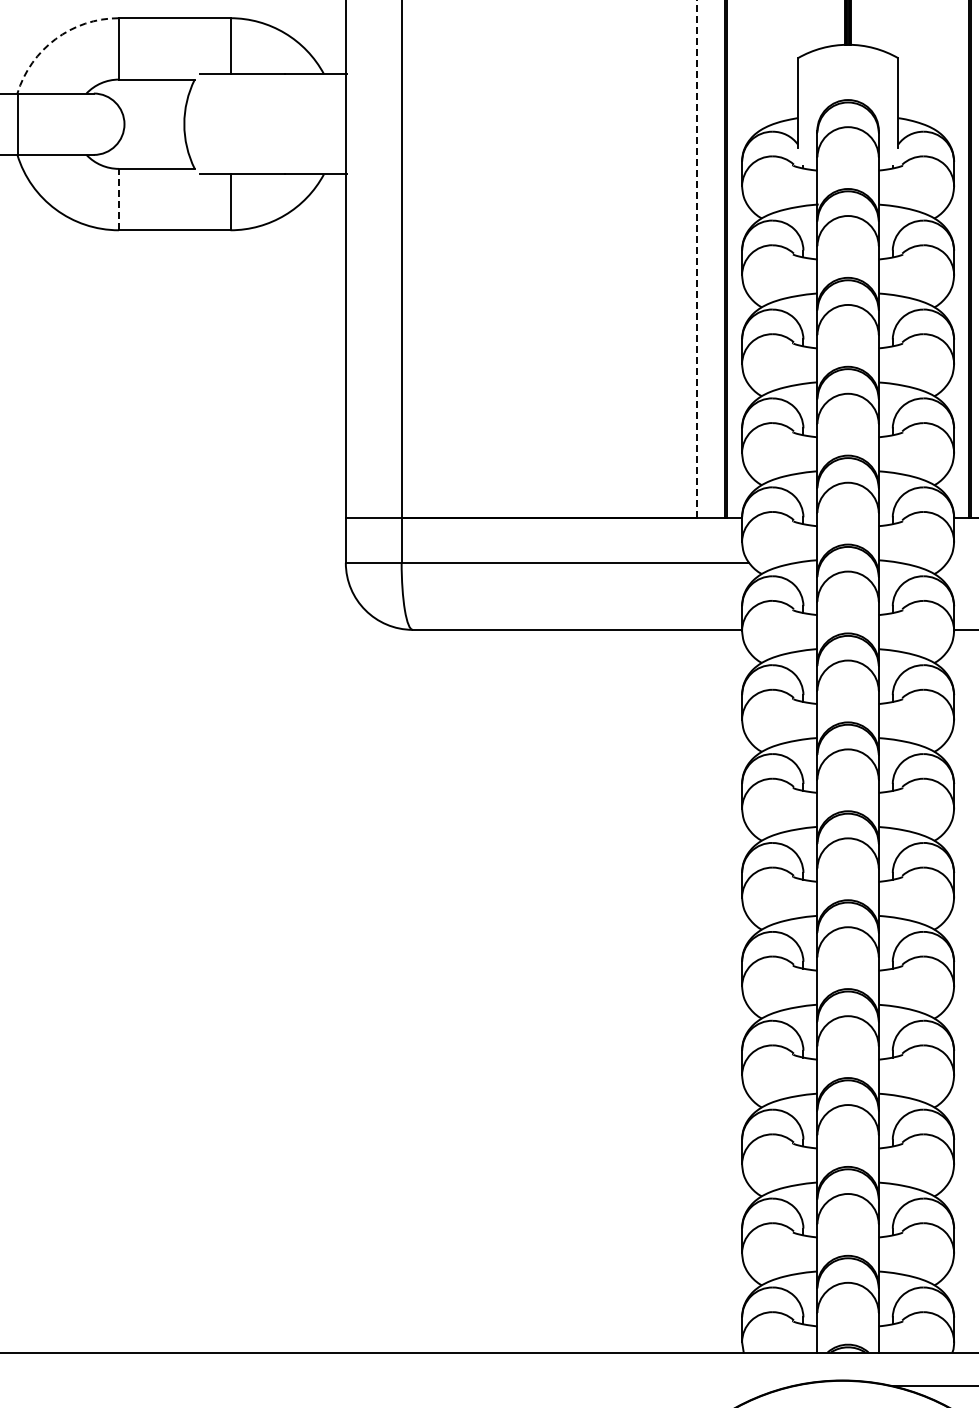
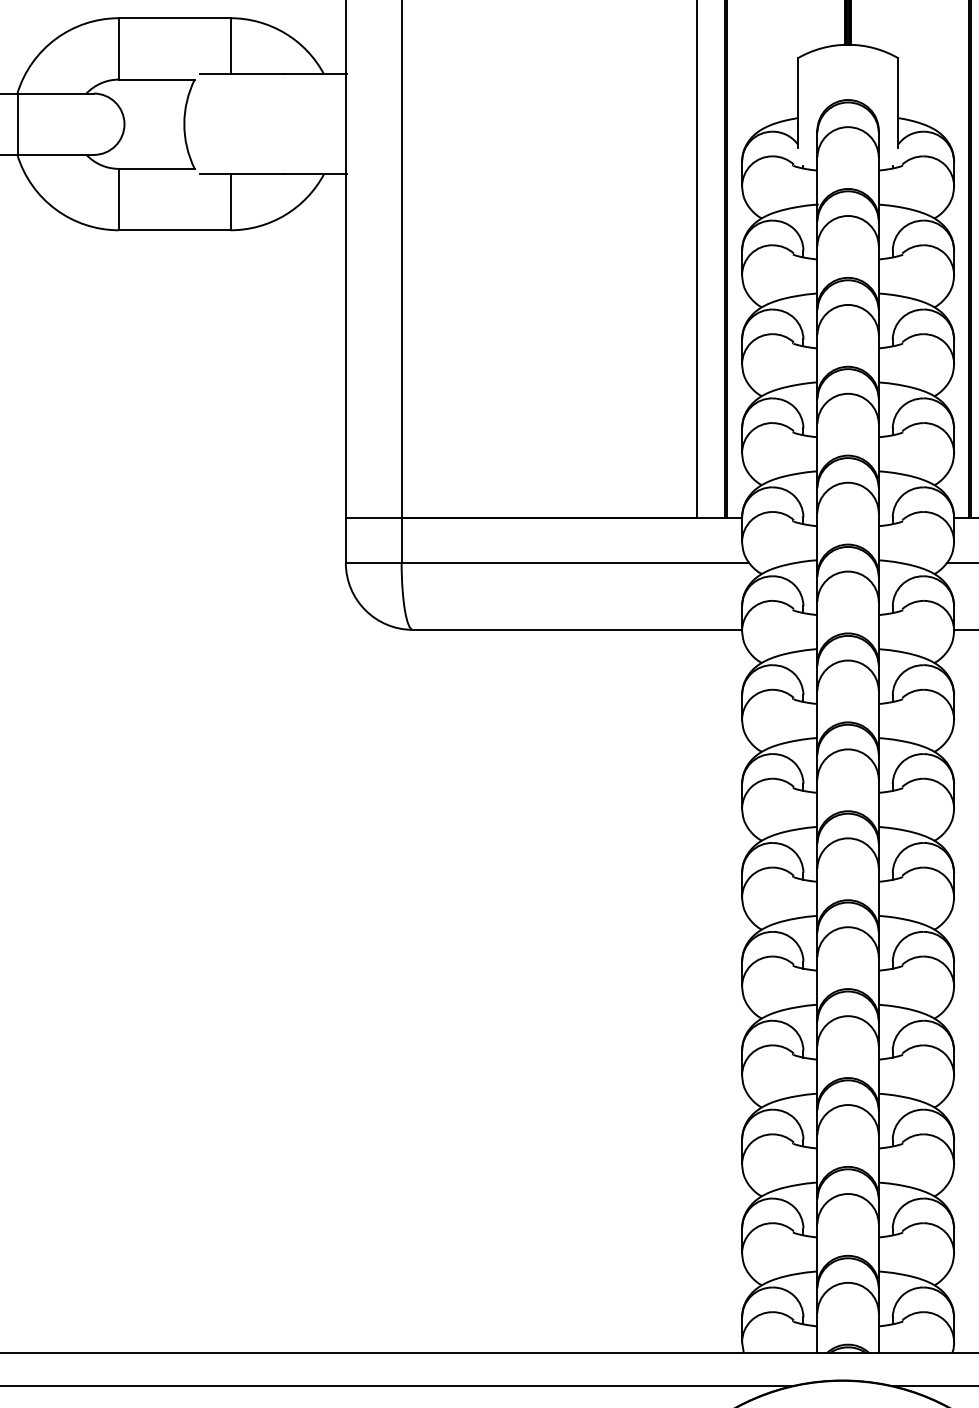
arc at (55, 39): dashed -> solid
line at (118, 199): dashed -> solid
line at (697, 259): dashed -> solid
line at (960, 562): none -> present
line at (397, 1386): none -> present
